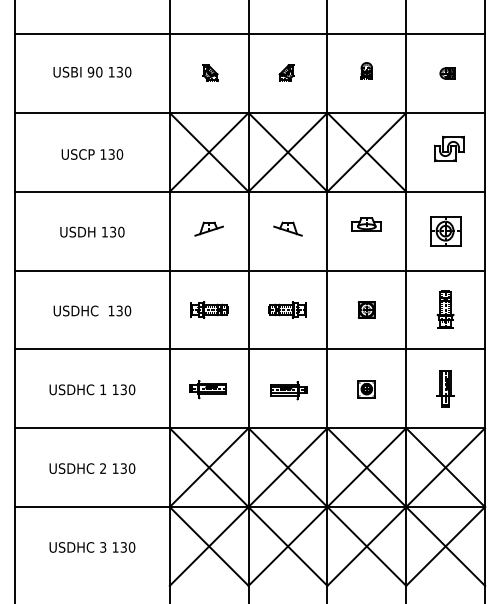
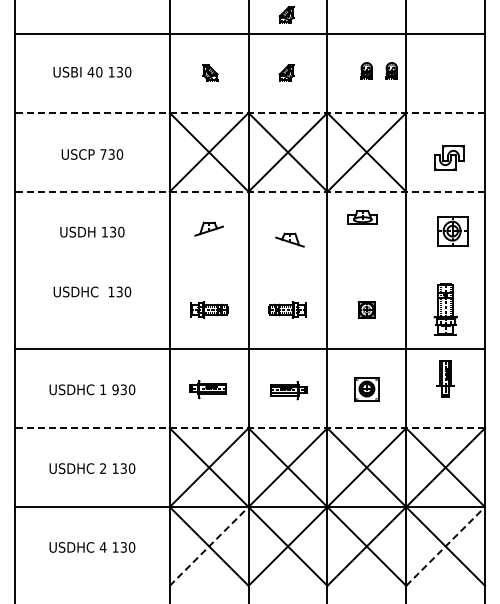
part at (286, 14): none -> present
part at (391, 70): none -> present
text at (90, 71): 90 -> 40
part at (447, 73): present -> none
line at (249, 112): solid -> dashed
part at (449, 148) position: (449, 148) -> (449, 157)
text at (103, 154): 130 -> 730
line at (249, 191): solid -> dashed
part at (366, 224) position: (366, 224) -> (362, 217)
part at (287, 228) position: (287, 228) -> (289, 239)
part at (445, 231) position: (445, 231) -> (452, 231)
line at (249, 270): present -> none
part at (445, 309) size: 19x39 px -> 25x53 px
text at (92, 310) position: (92, 310) -> (92, 291)
part at (445, 388) position: (445, 388) -> (445, 378)
text at (115, 389): 130 -> 930
part at (366, 389) size: 19x19 px -> 26x26 px
line at (249, 428): solid -> dashed
line at (209, 546): solid -> dashed
line at (445, 546): solid -> dashed
text at (102, 547): 3 -> 4
